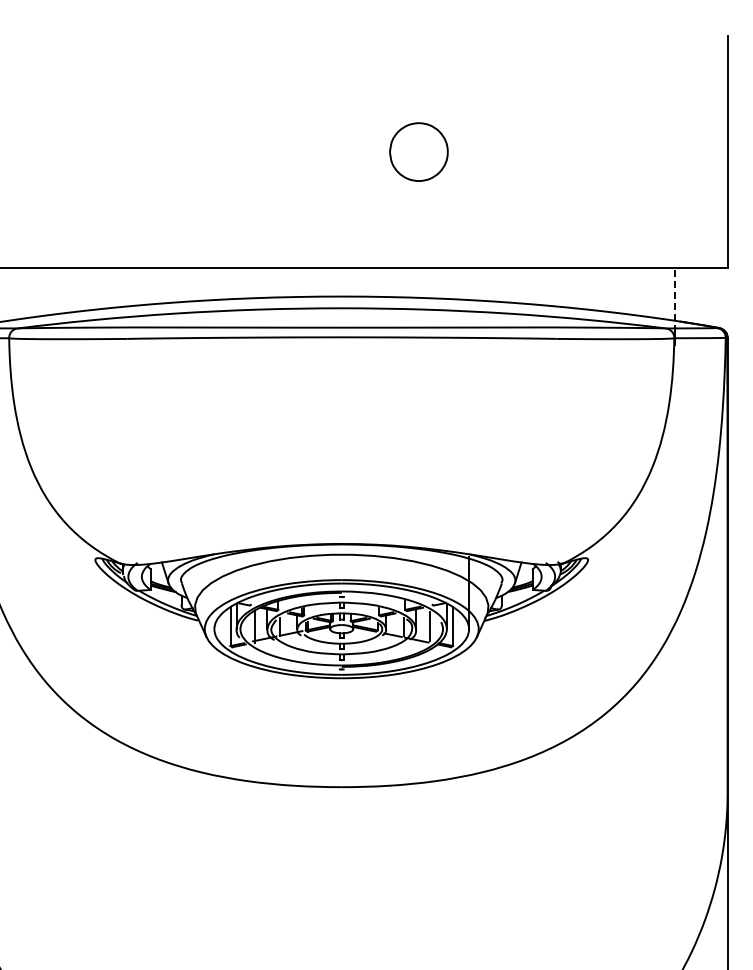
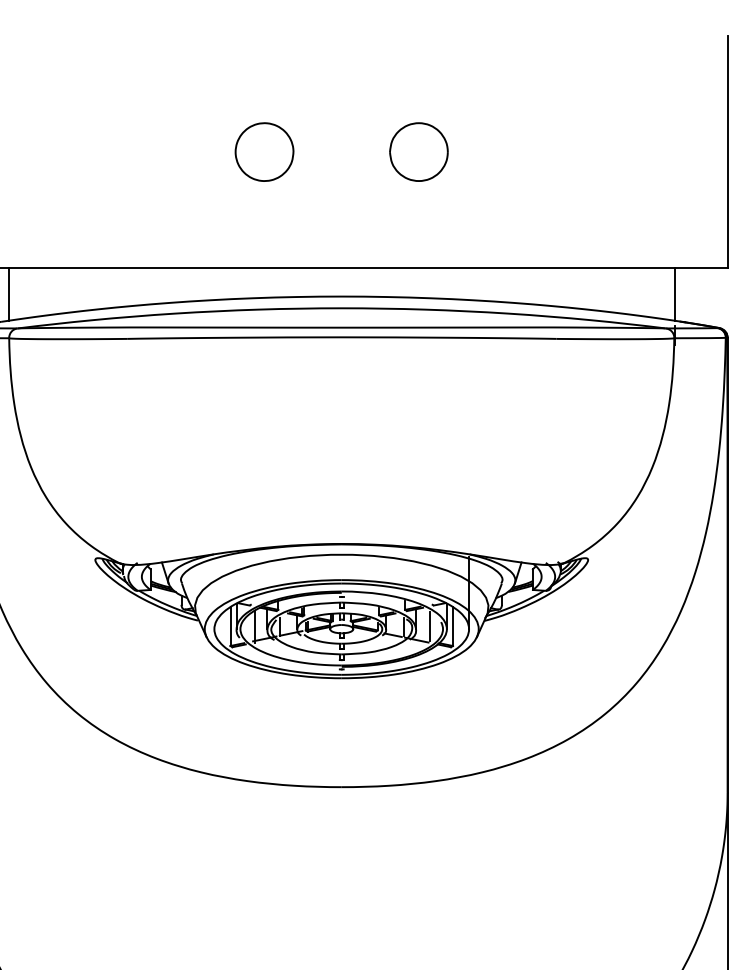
part at (264, 151): none -> present
line at (8, 293): none -> present
line at (674, 293): dashed -> solid
